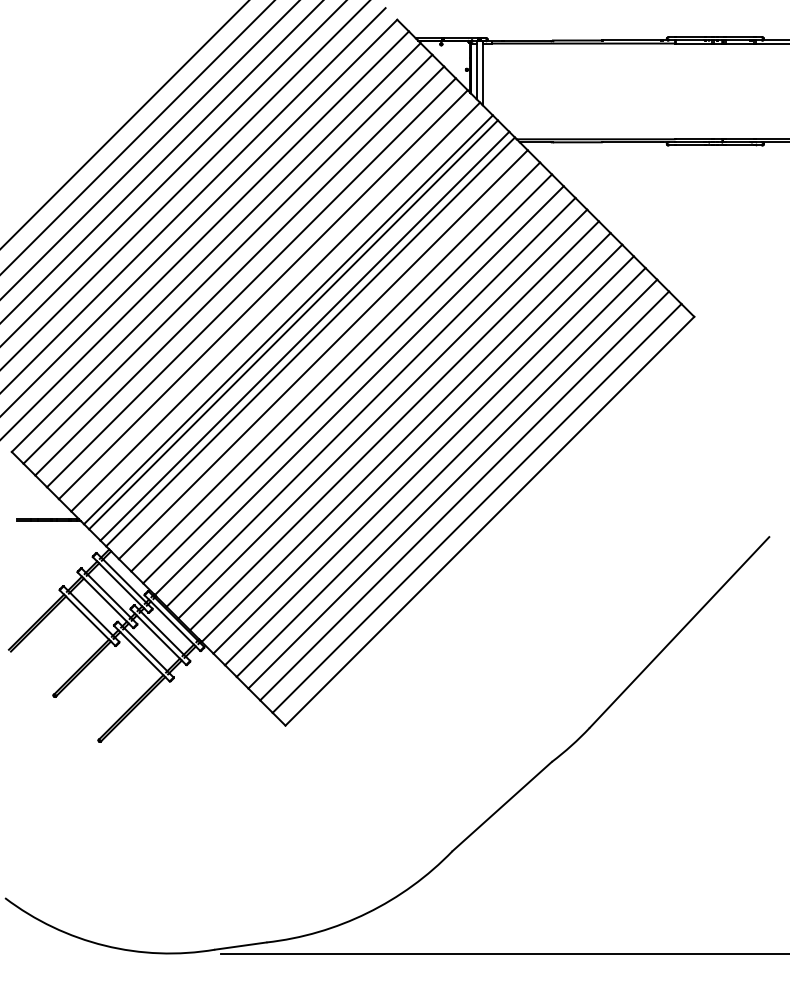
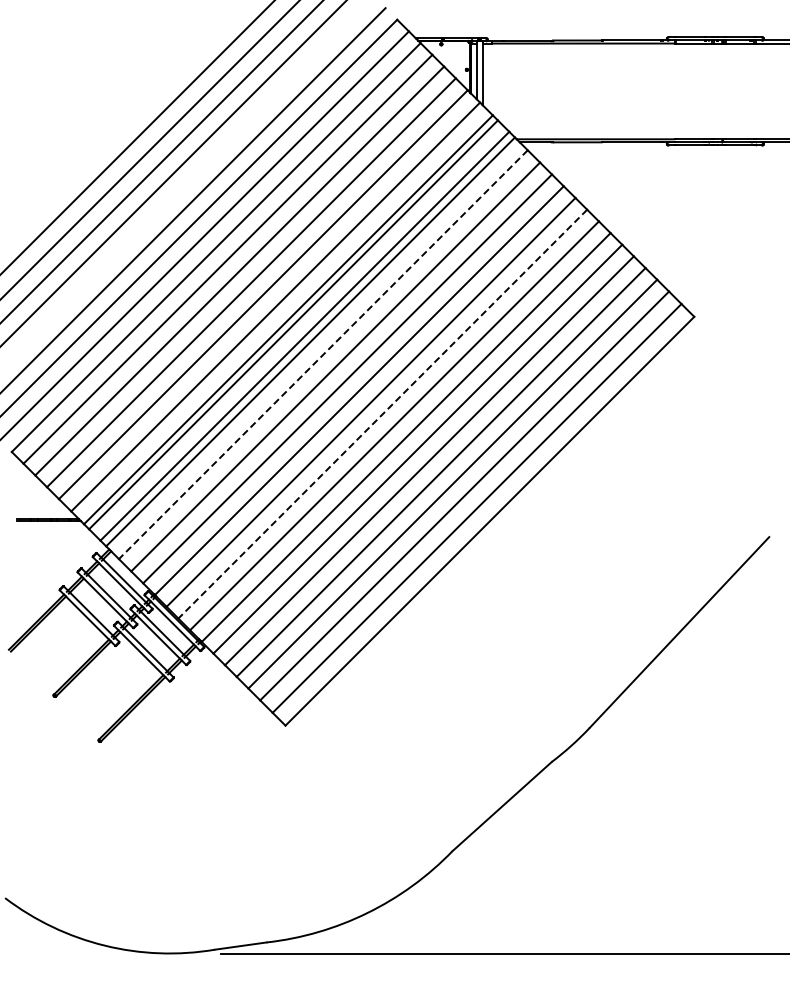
line at (124, 124): present -> none
line at (185, 184): present -> none
line at (323, 355): solid -> dashed
line at (382, 414): solid -> dashed
